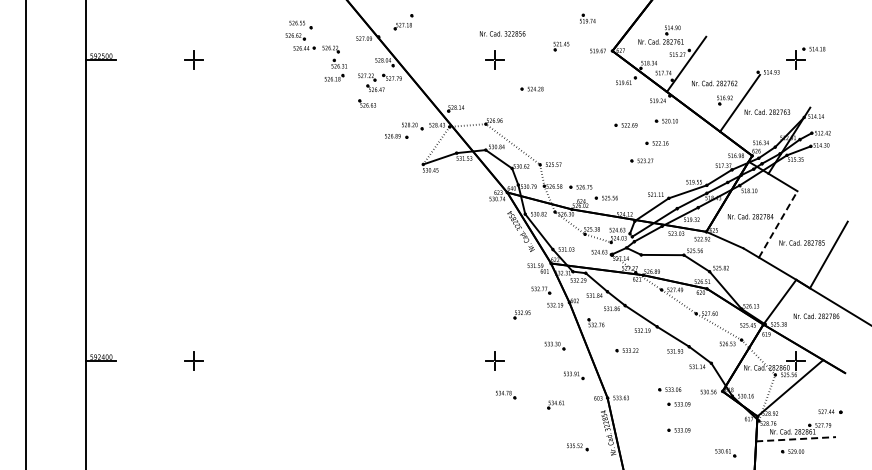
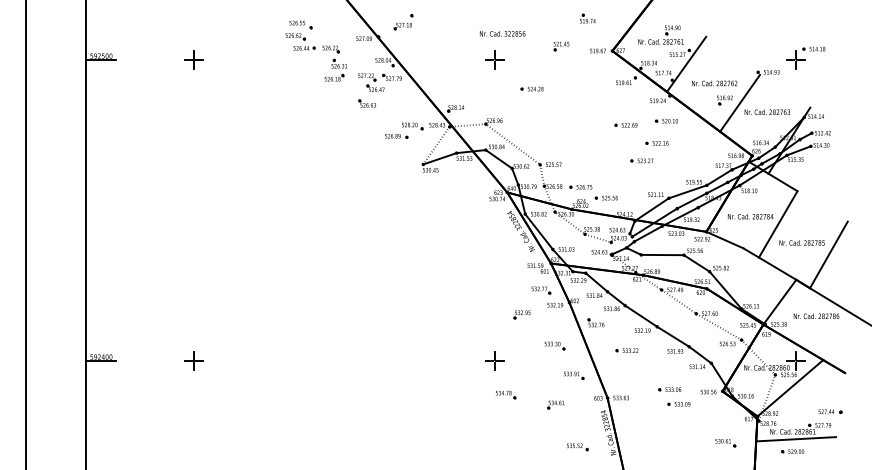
line at (778, 223): dashed -> solid
part at (678, 430): present -> none
line at (796, 439): dashed -> solid
part at (725, 453) position: (725, 453) -> (725, 443)
